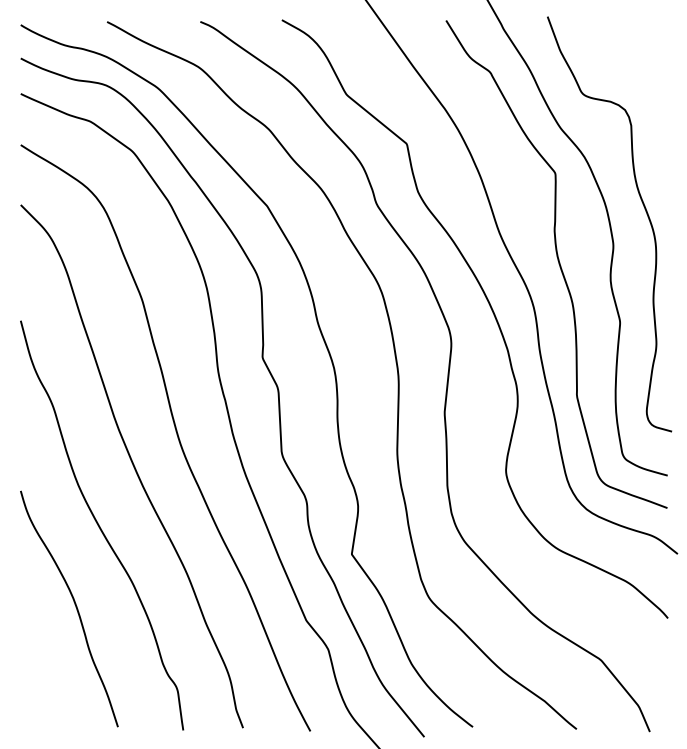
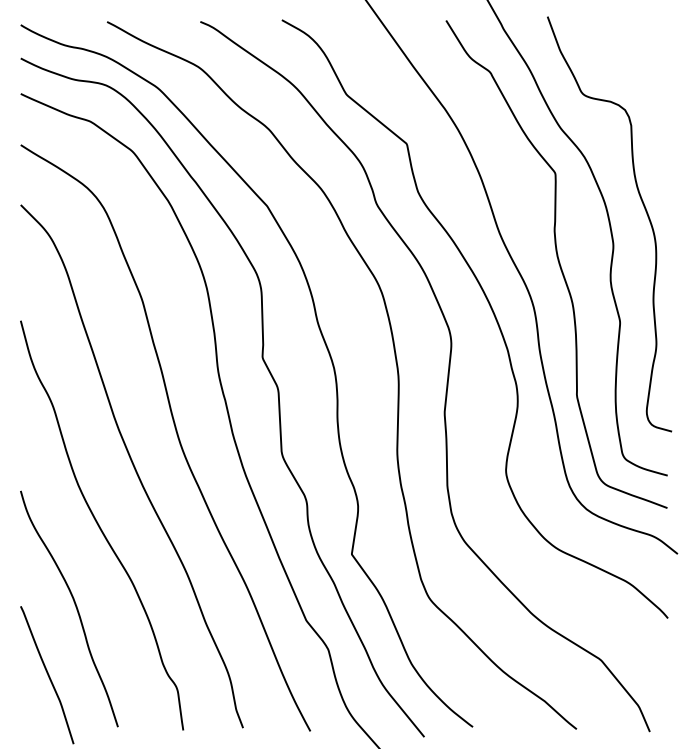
curve at (47, 675): none -> present
